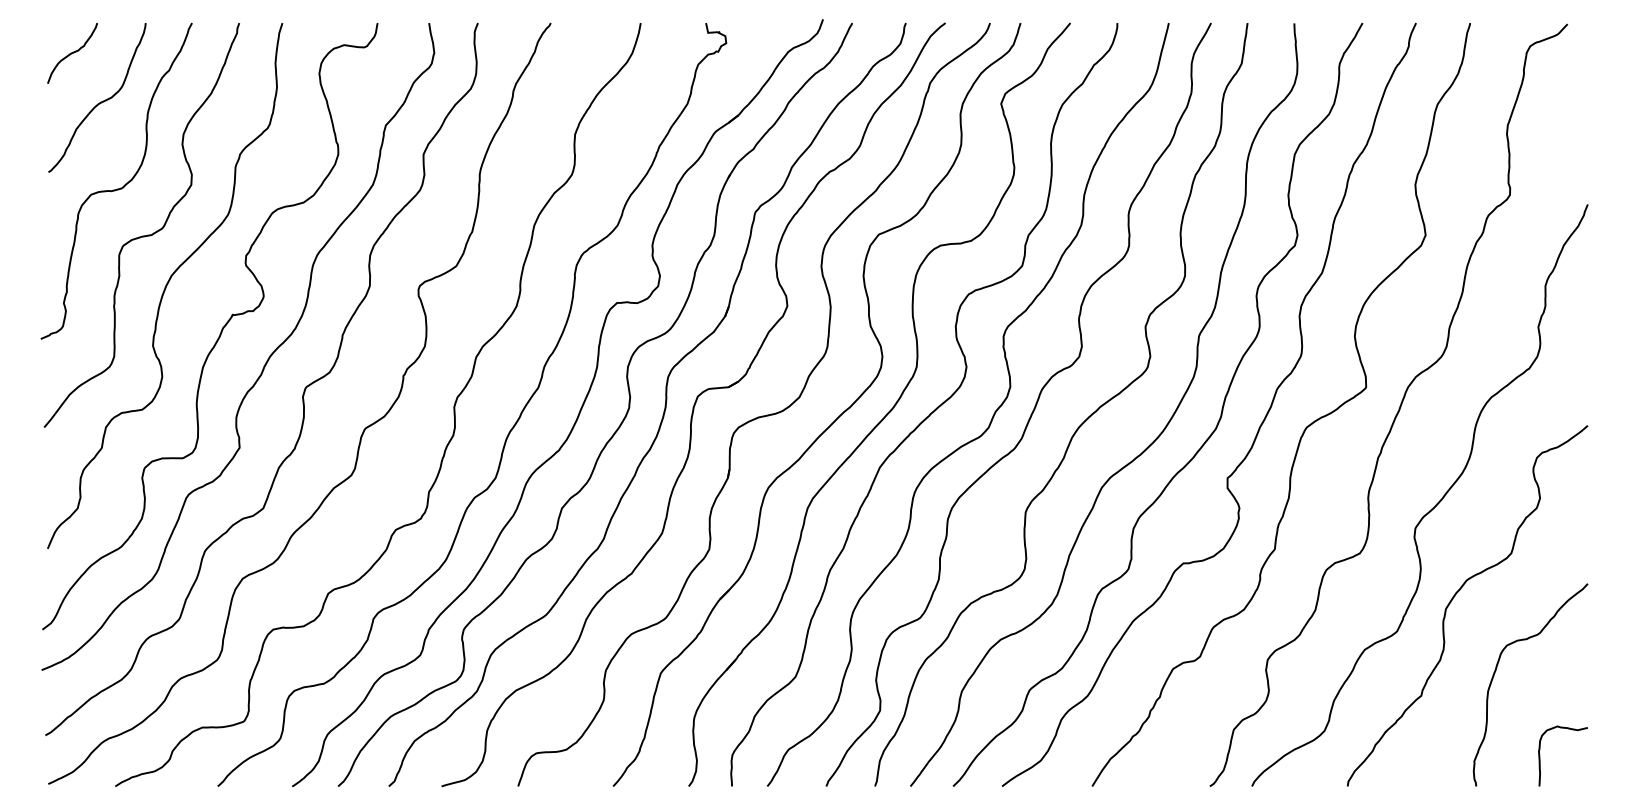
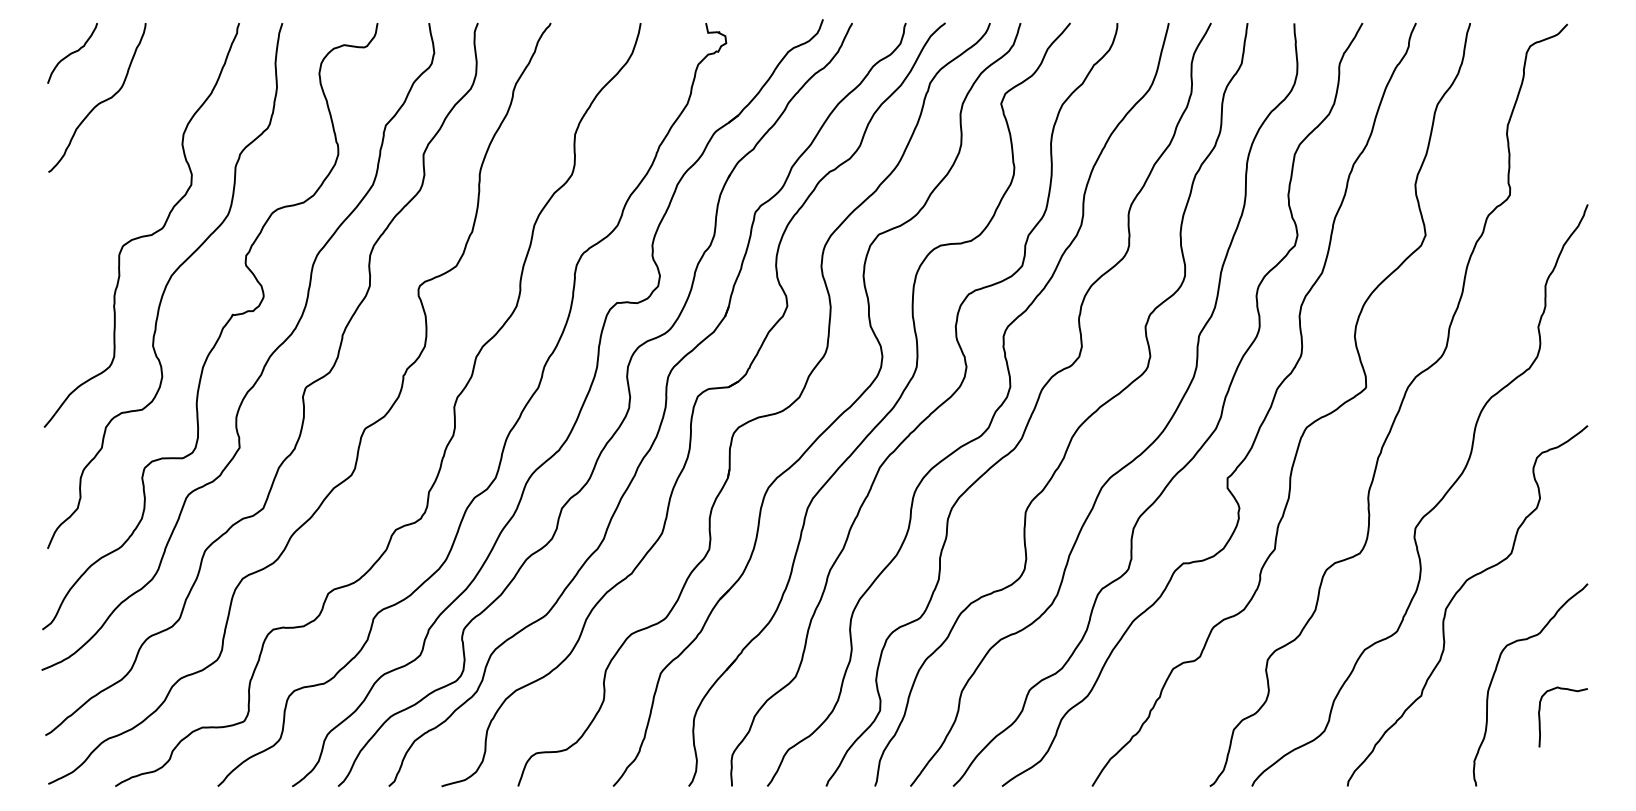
curve at (120, 187): present -> none
curve at (1540, 755) position: (1540, 755) -> (1540, 716)
